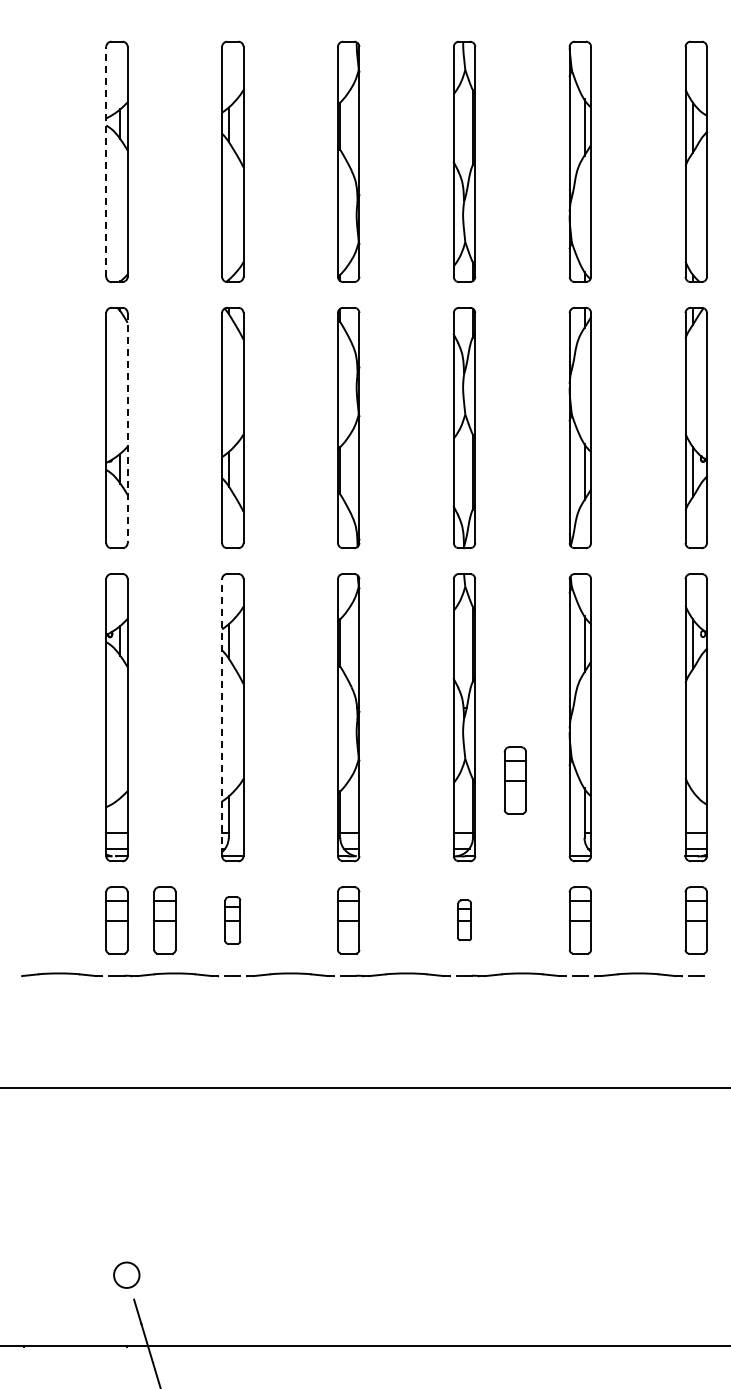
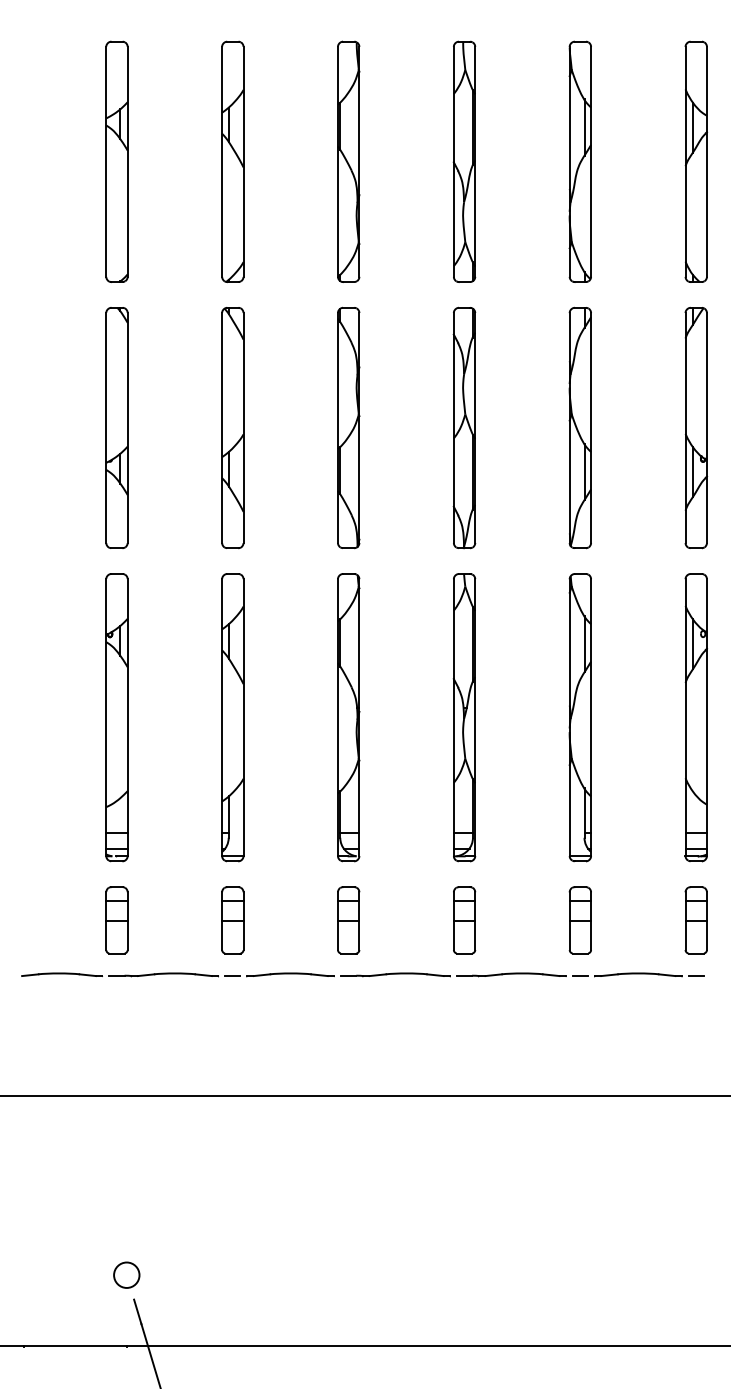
line at (106, 161): dashed -> solid
line at (127, 428): dashed -> solid
line at (222, 717): dashed -> solid
part at (514, 780): present -> none
part at (164, 920): present -> none
part at (232, 920) size: 18x49 px -> 24x69 px
part at (464, 920) size: 15x43 px -> 24x69 px
line at (364, 1087) position: (364, 1087) -> (364, 1095)
